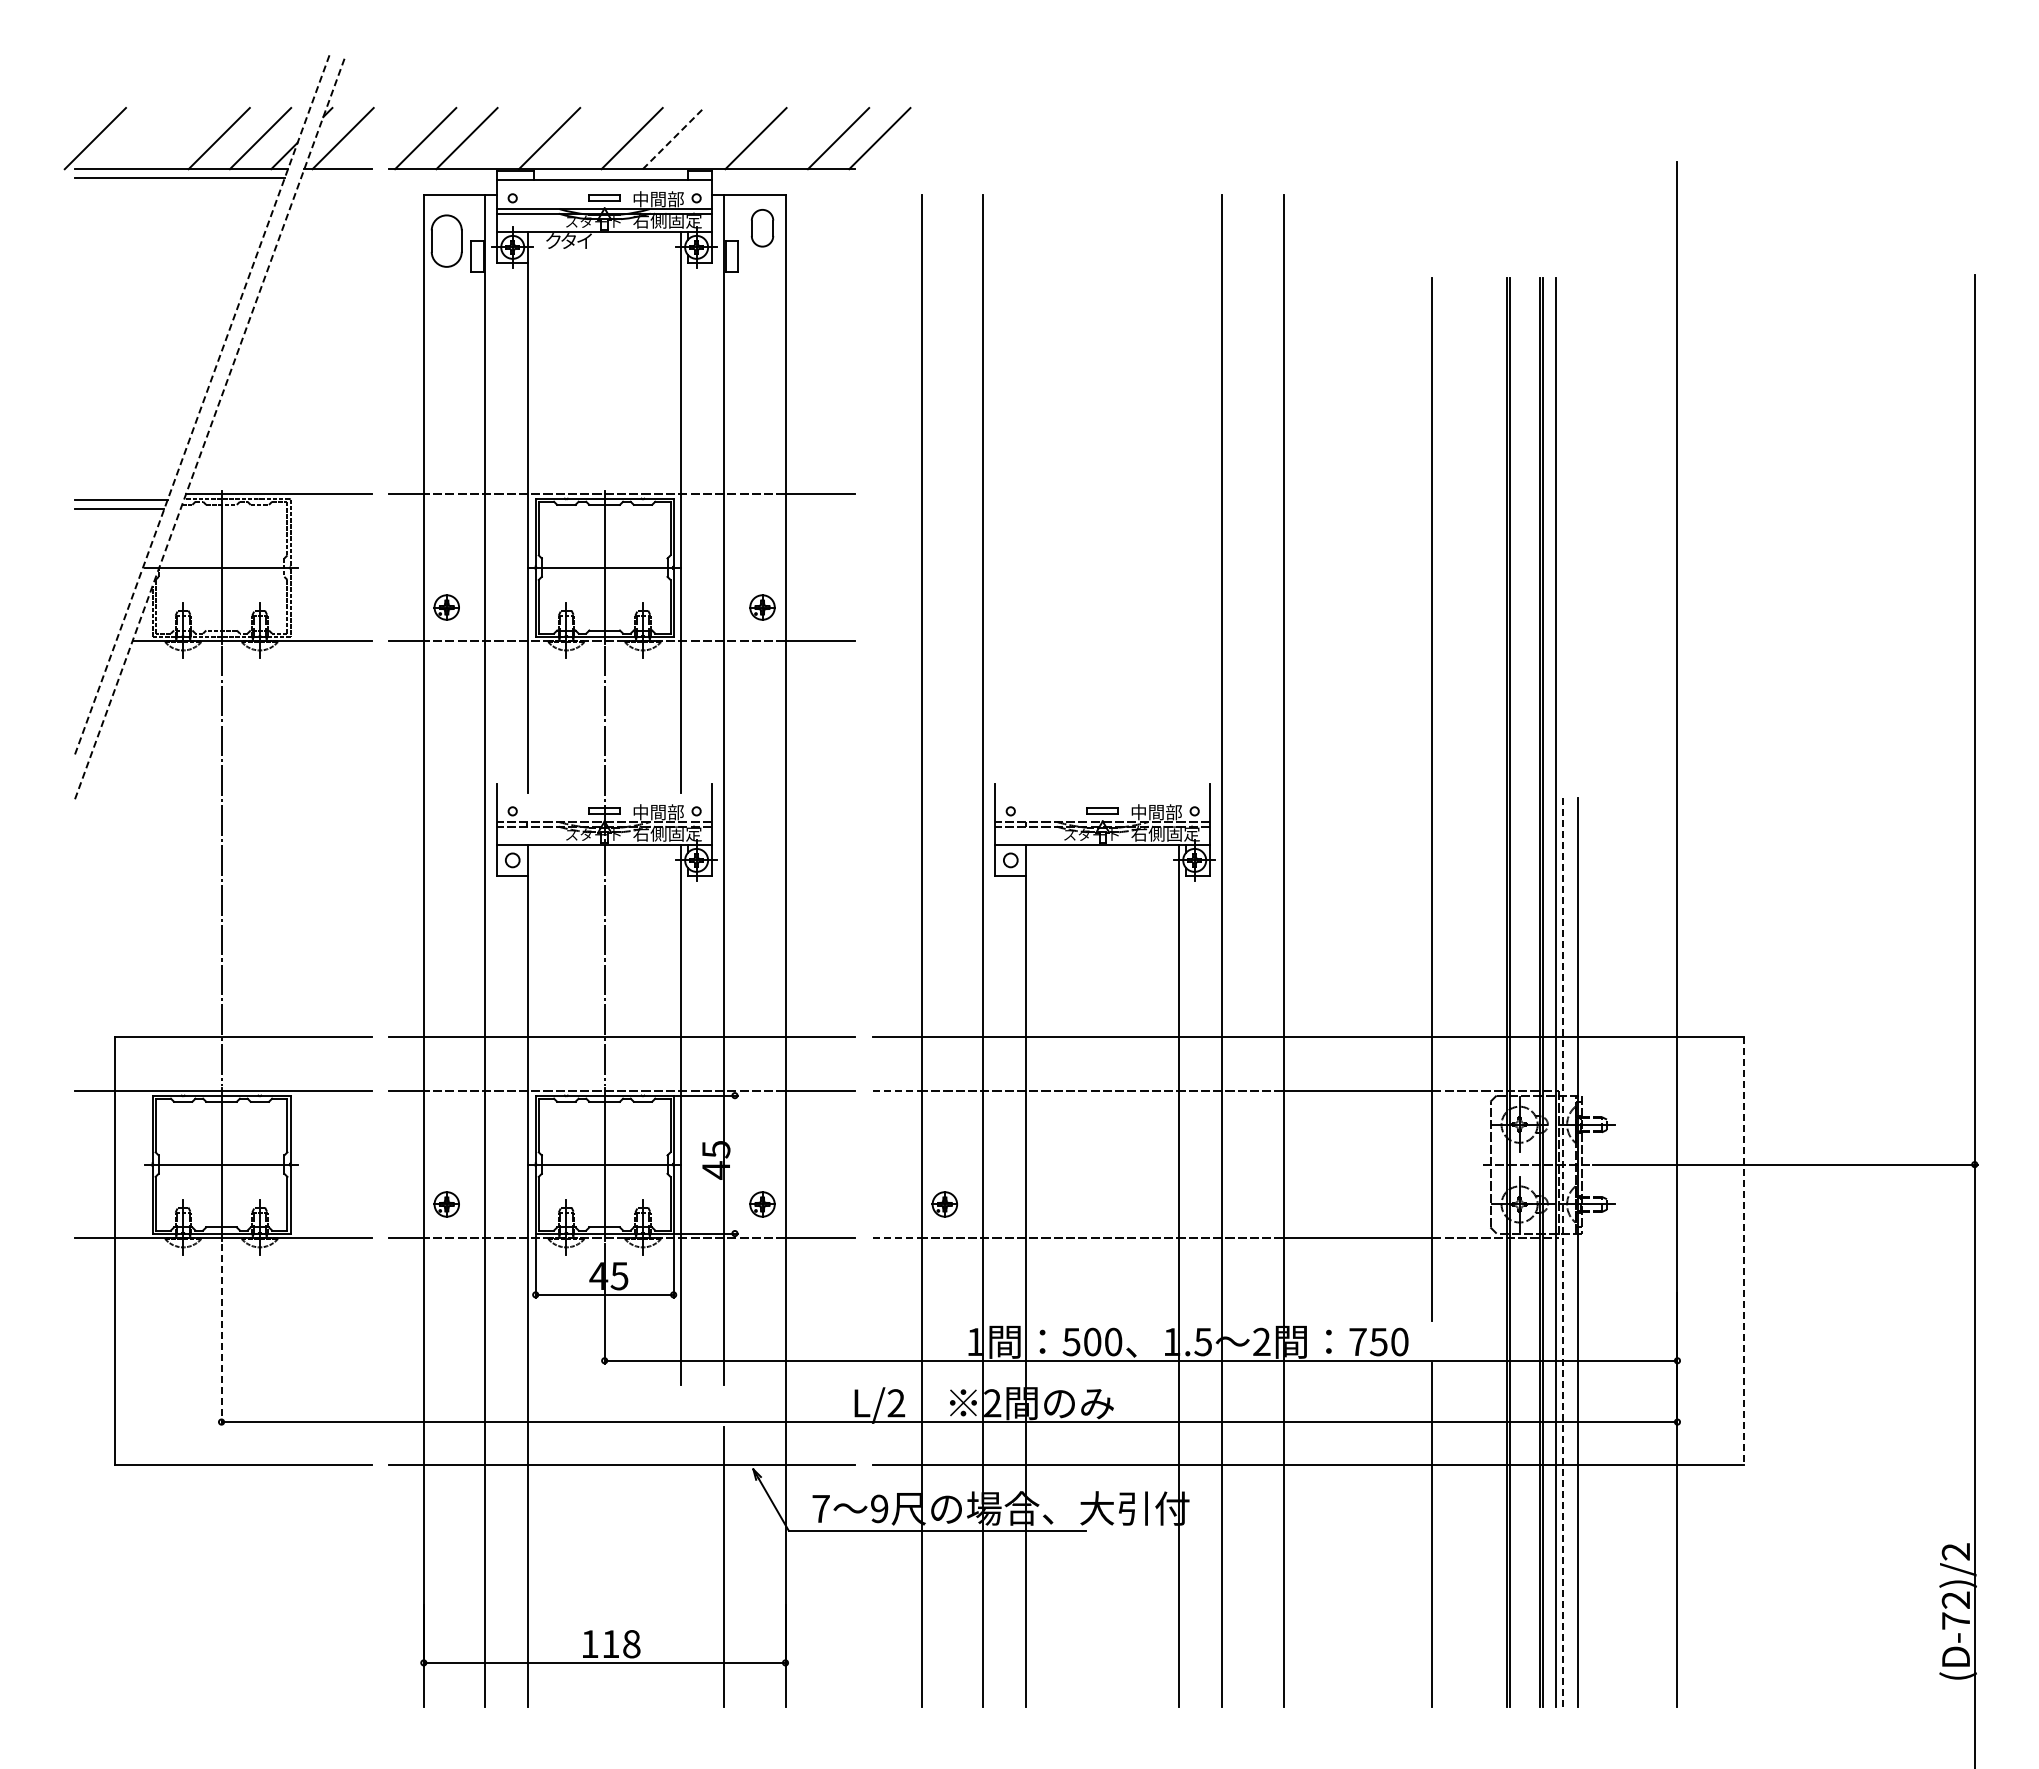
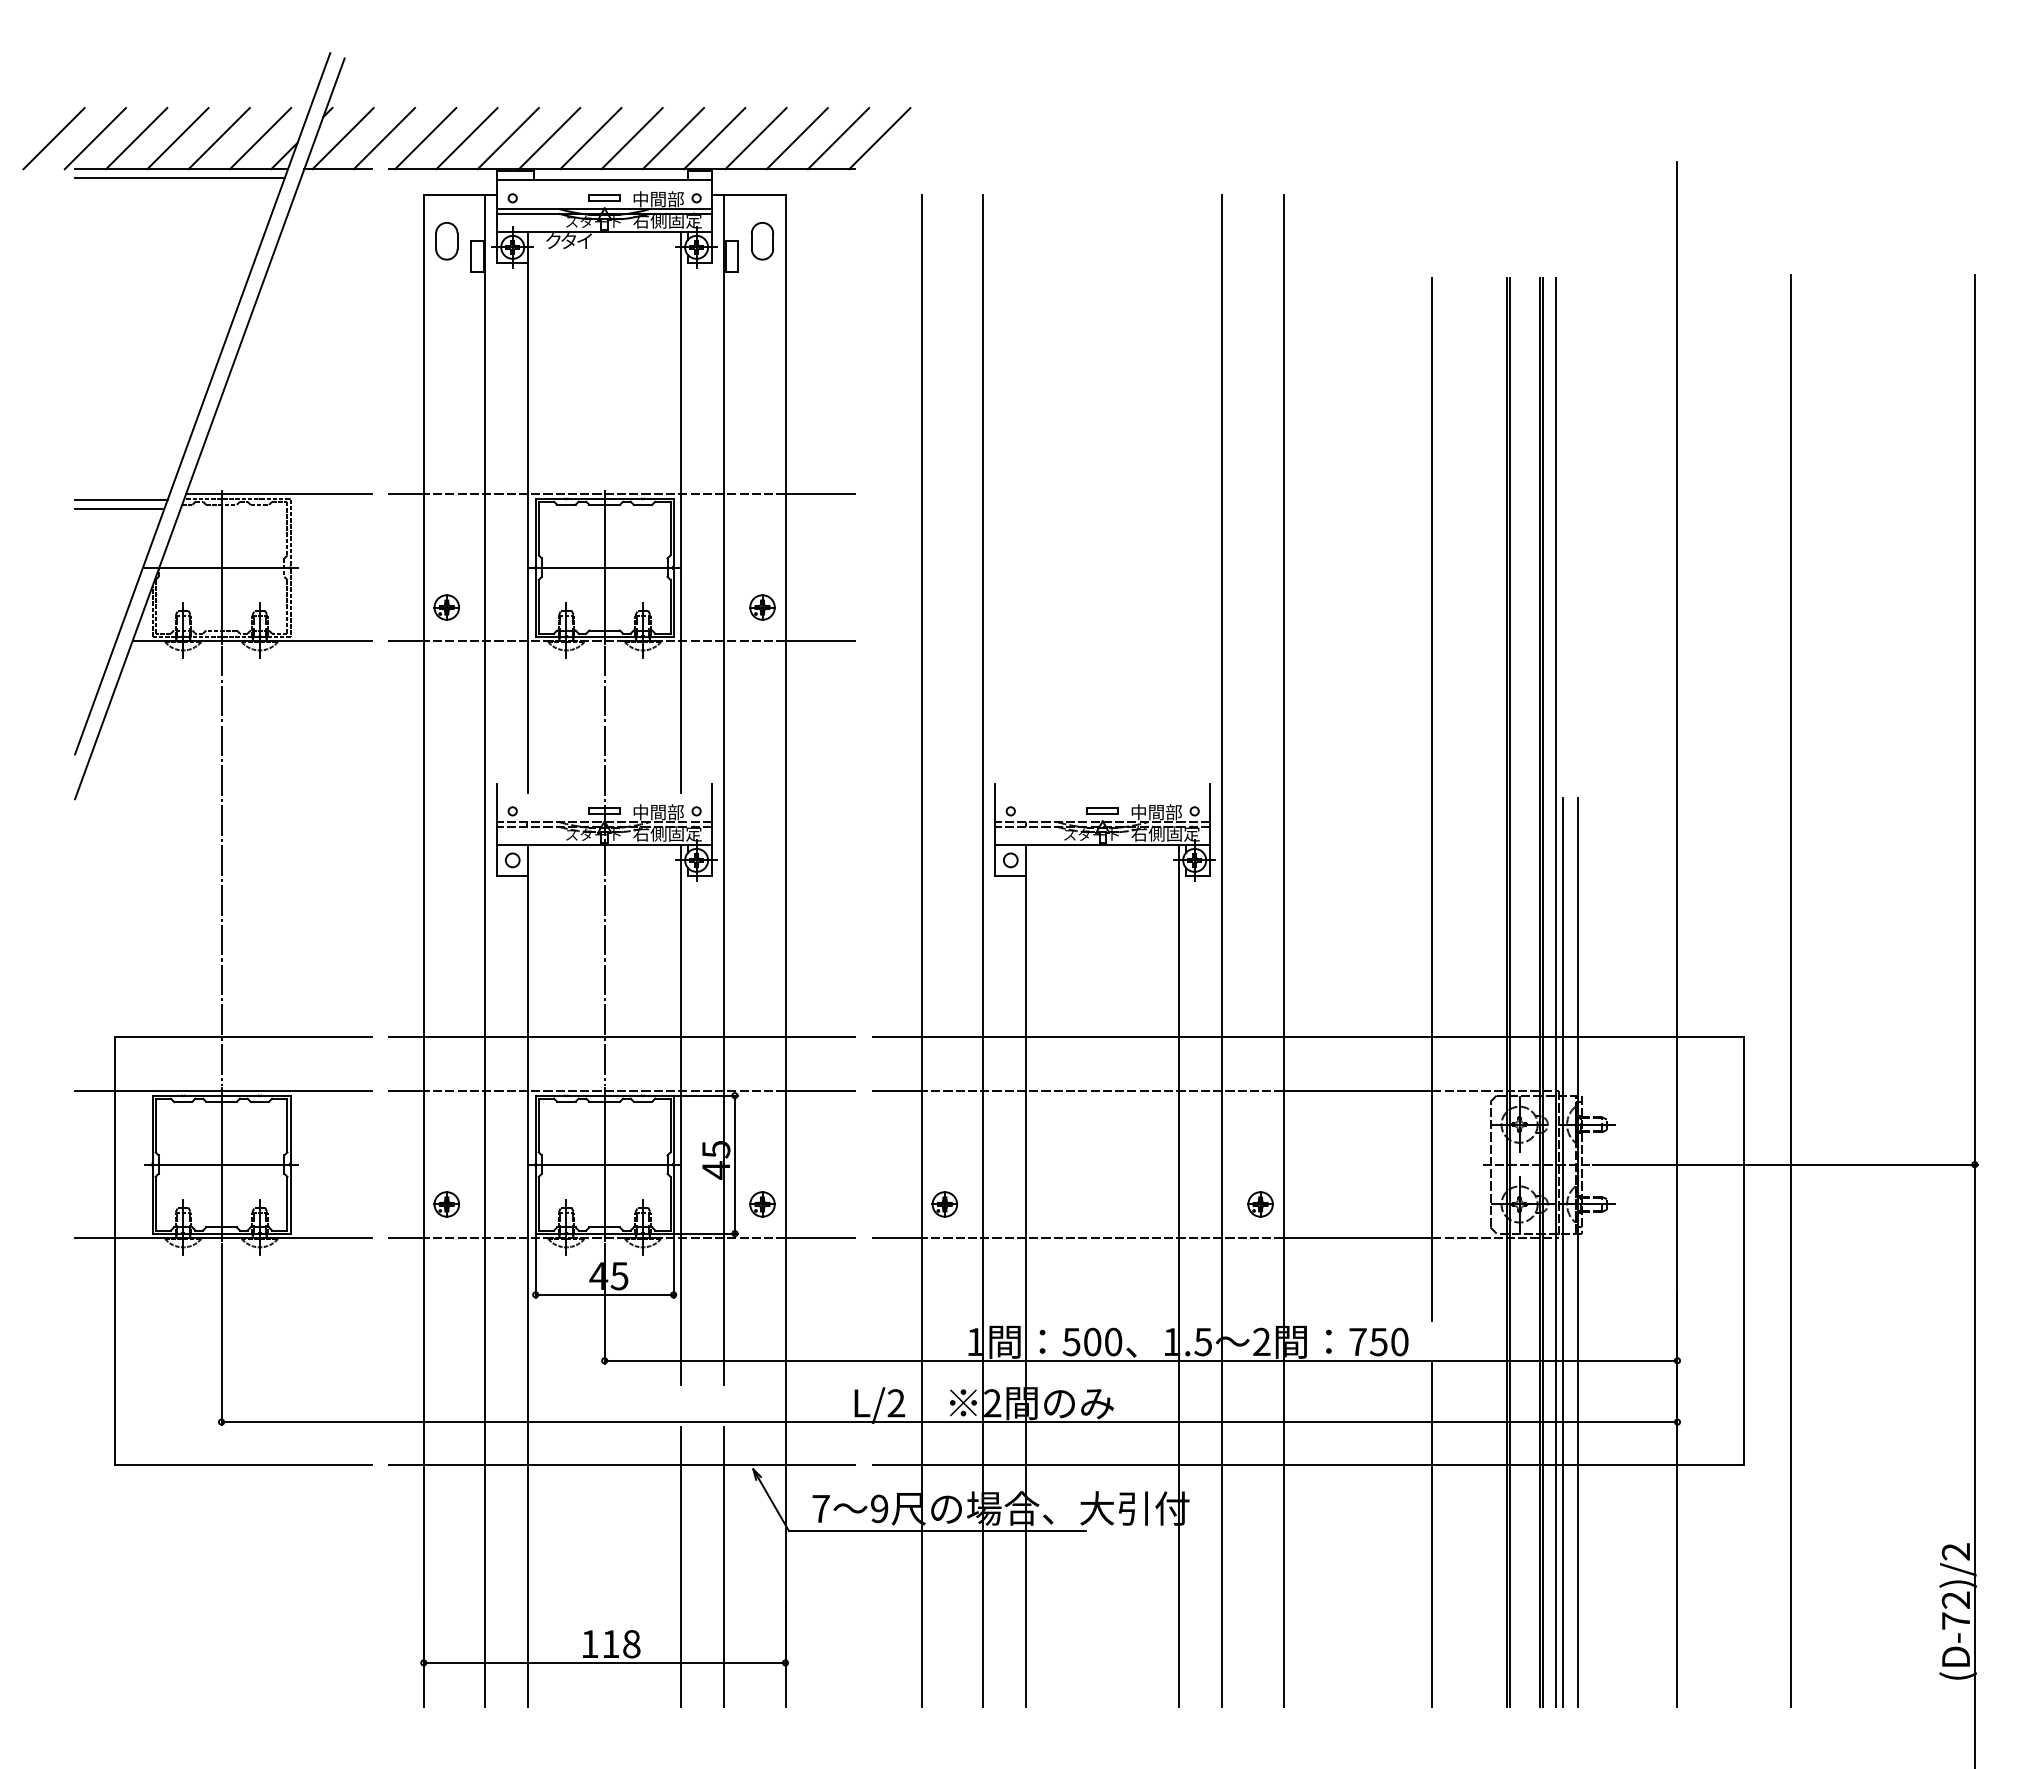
line at (53, 138): none -> present
line at (136, 138): none -> present
line at (177, 138): none -> present
line at (384, 138): none -> present
line at (507, 138): none -> present
line at (590, 138): none -> present
line at (673, 138): dashed -> solid
line at (714, 138): none -> present
line at (796, 138): none -> present
part at (762, 228) position: (762, 228) -> (762, 241)
part at (446, 240) size: 33x54 px -> 24x39 px
line at (202, 403): dashed -> solid
line at (210, 428): dashed -> solid
line at (1790, 990): none -> present
line at (897, 1091): dashed -> solid
line at (734, 1164): none -> present
part at (1260, 1204): none -> present
line at (897, 1238): dashed -> solid
line at (1744, 1250): dashed -> solid
line at (1562, 1252): dashed -> solid
line at (221, 1335): dashed -> solid
line at (681, 1566): none -> present
